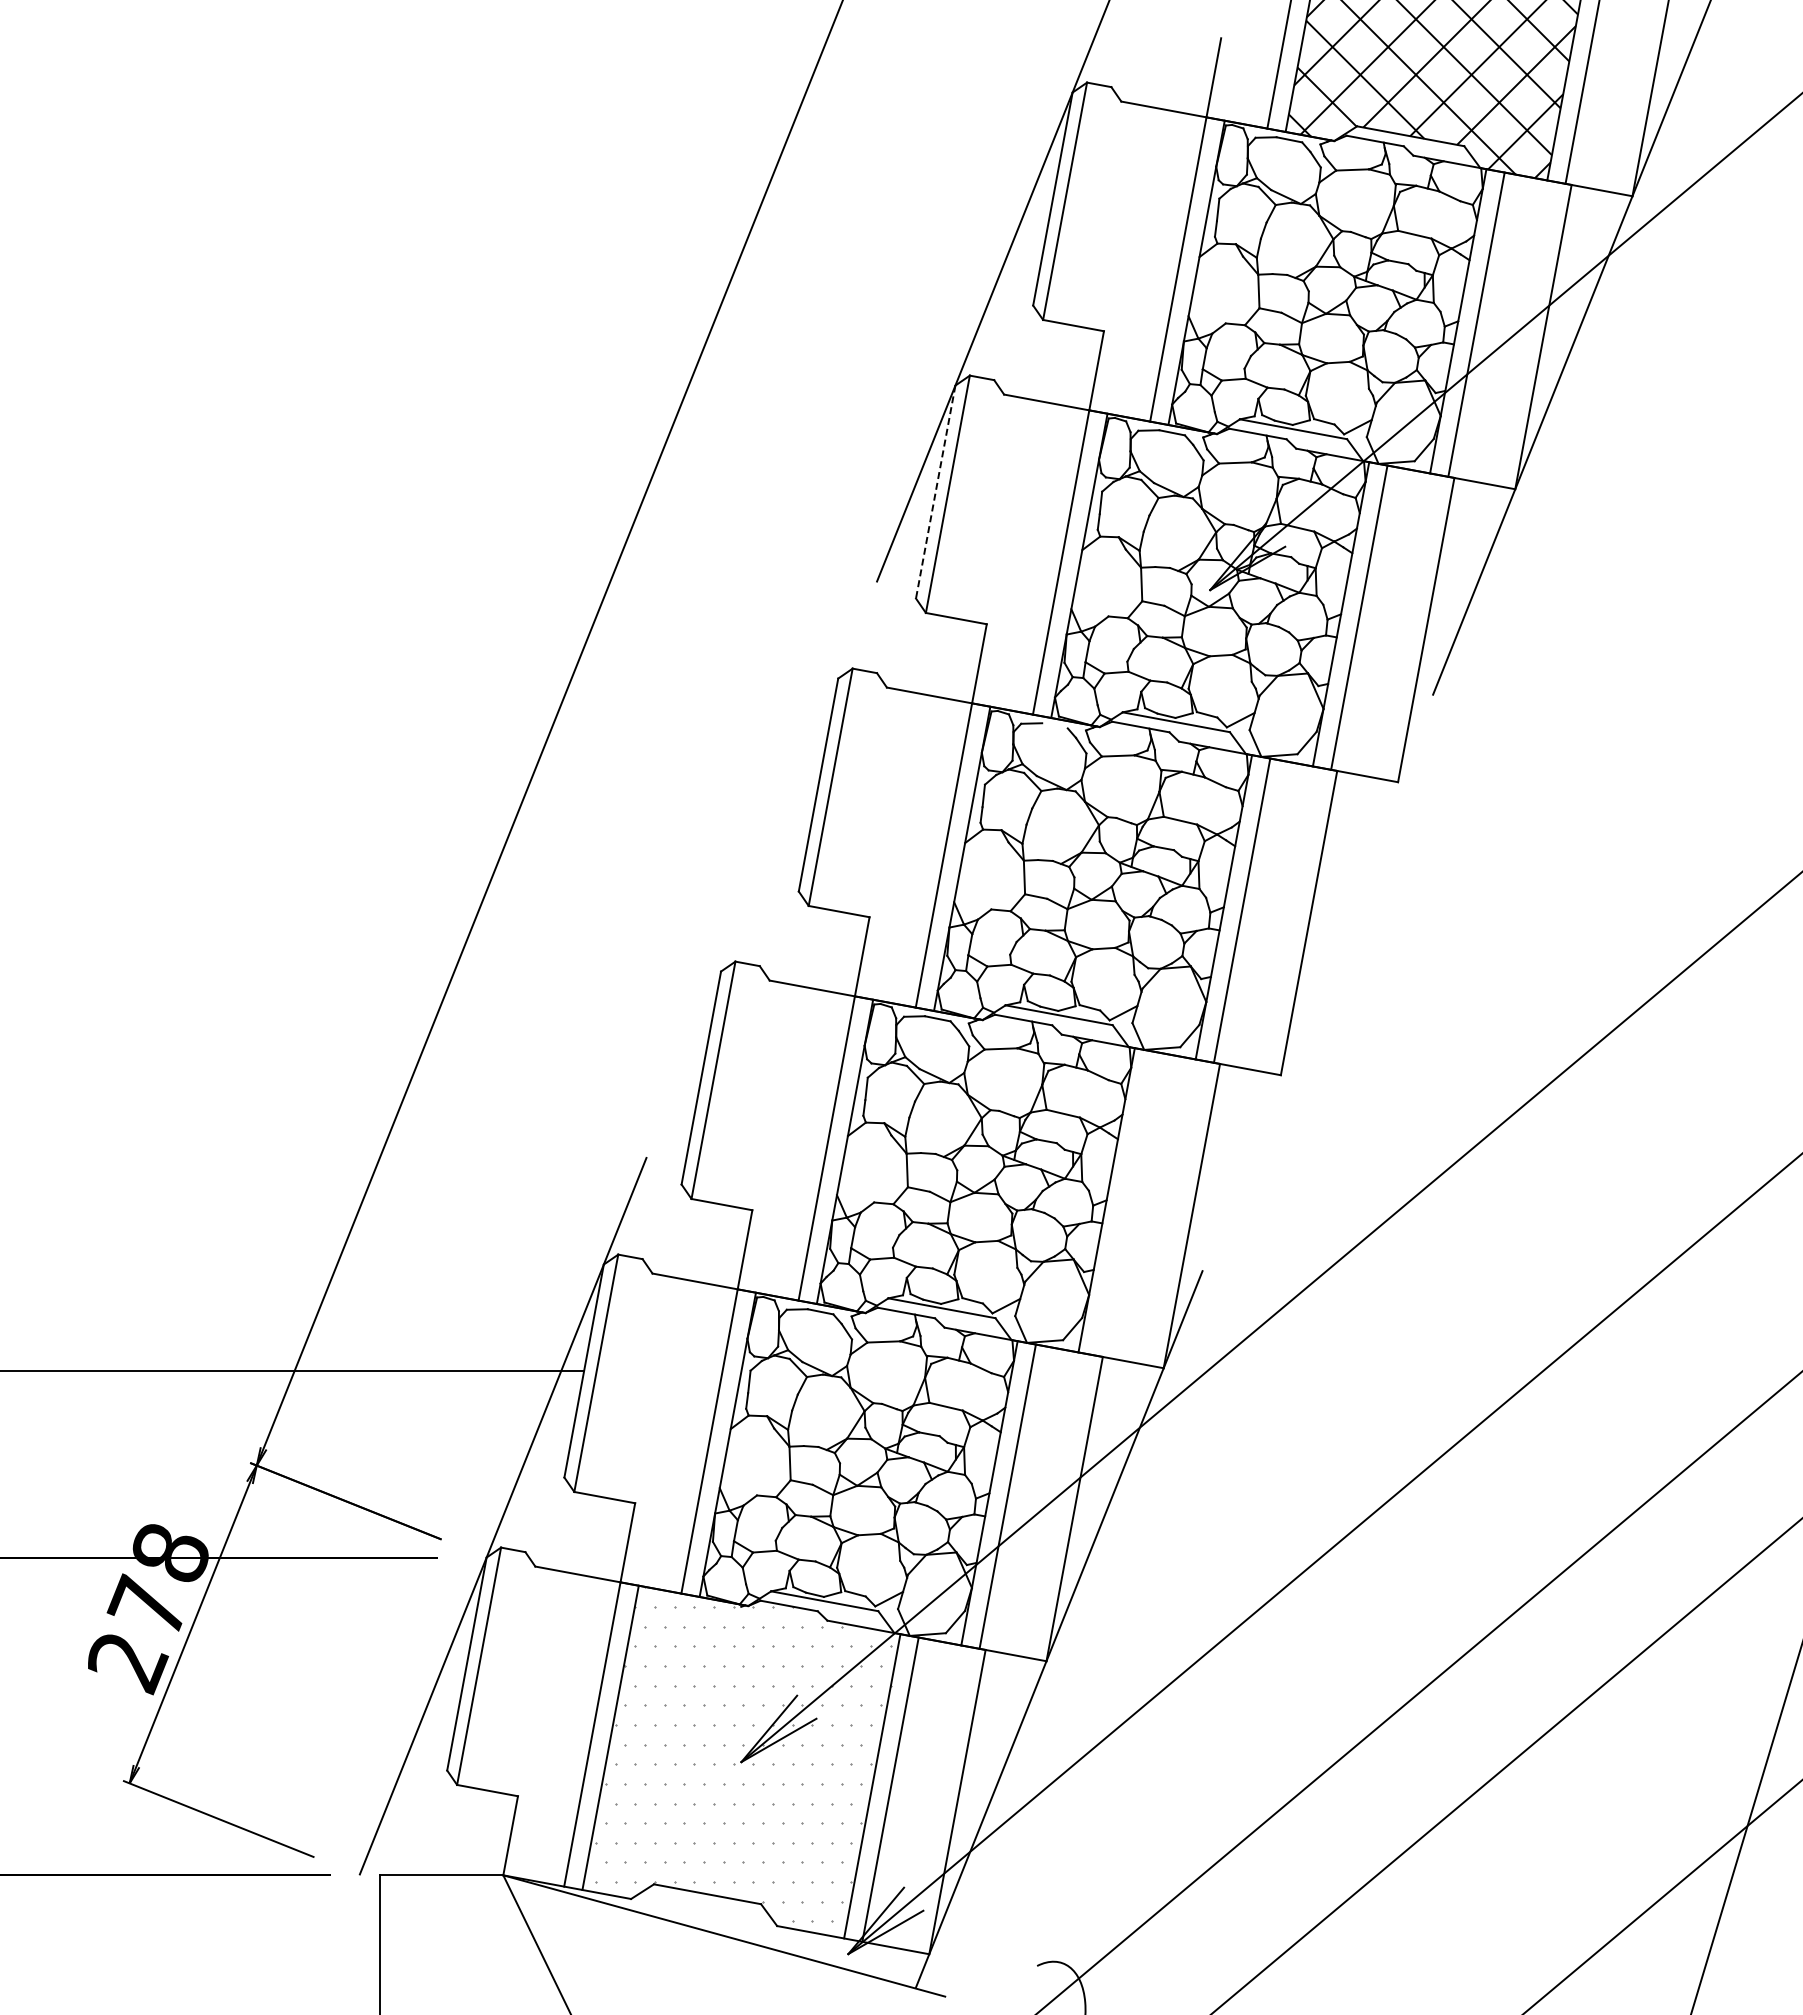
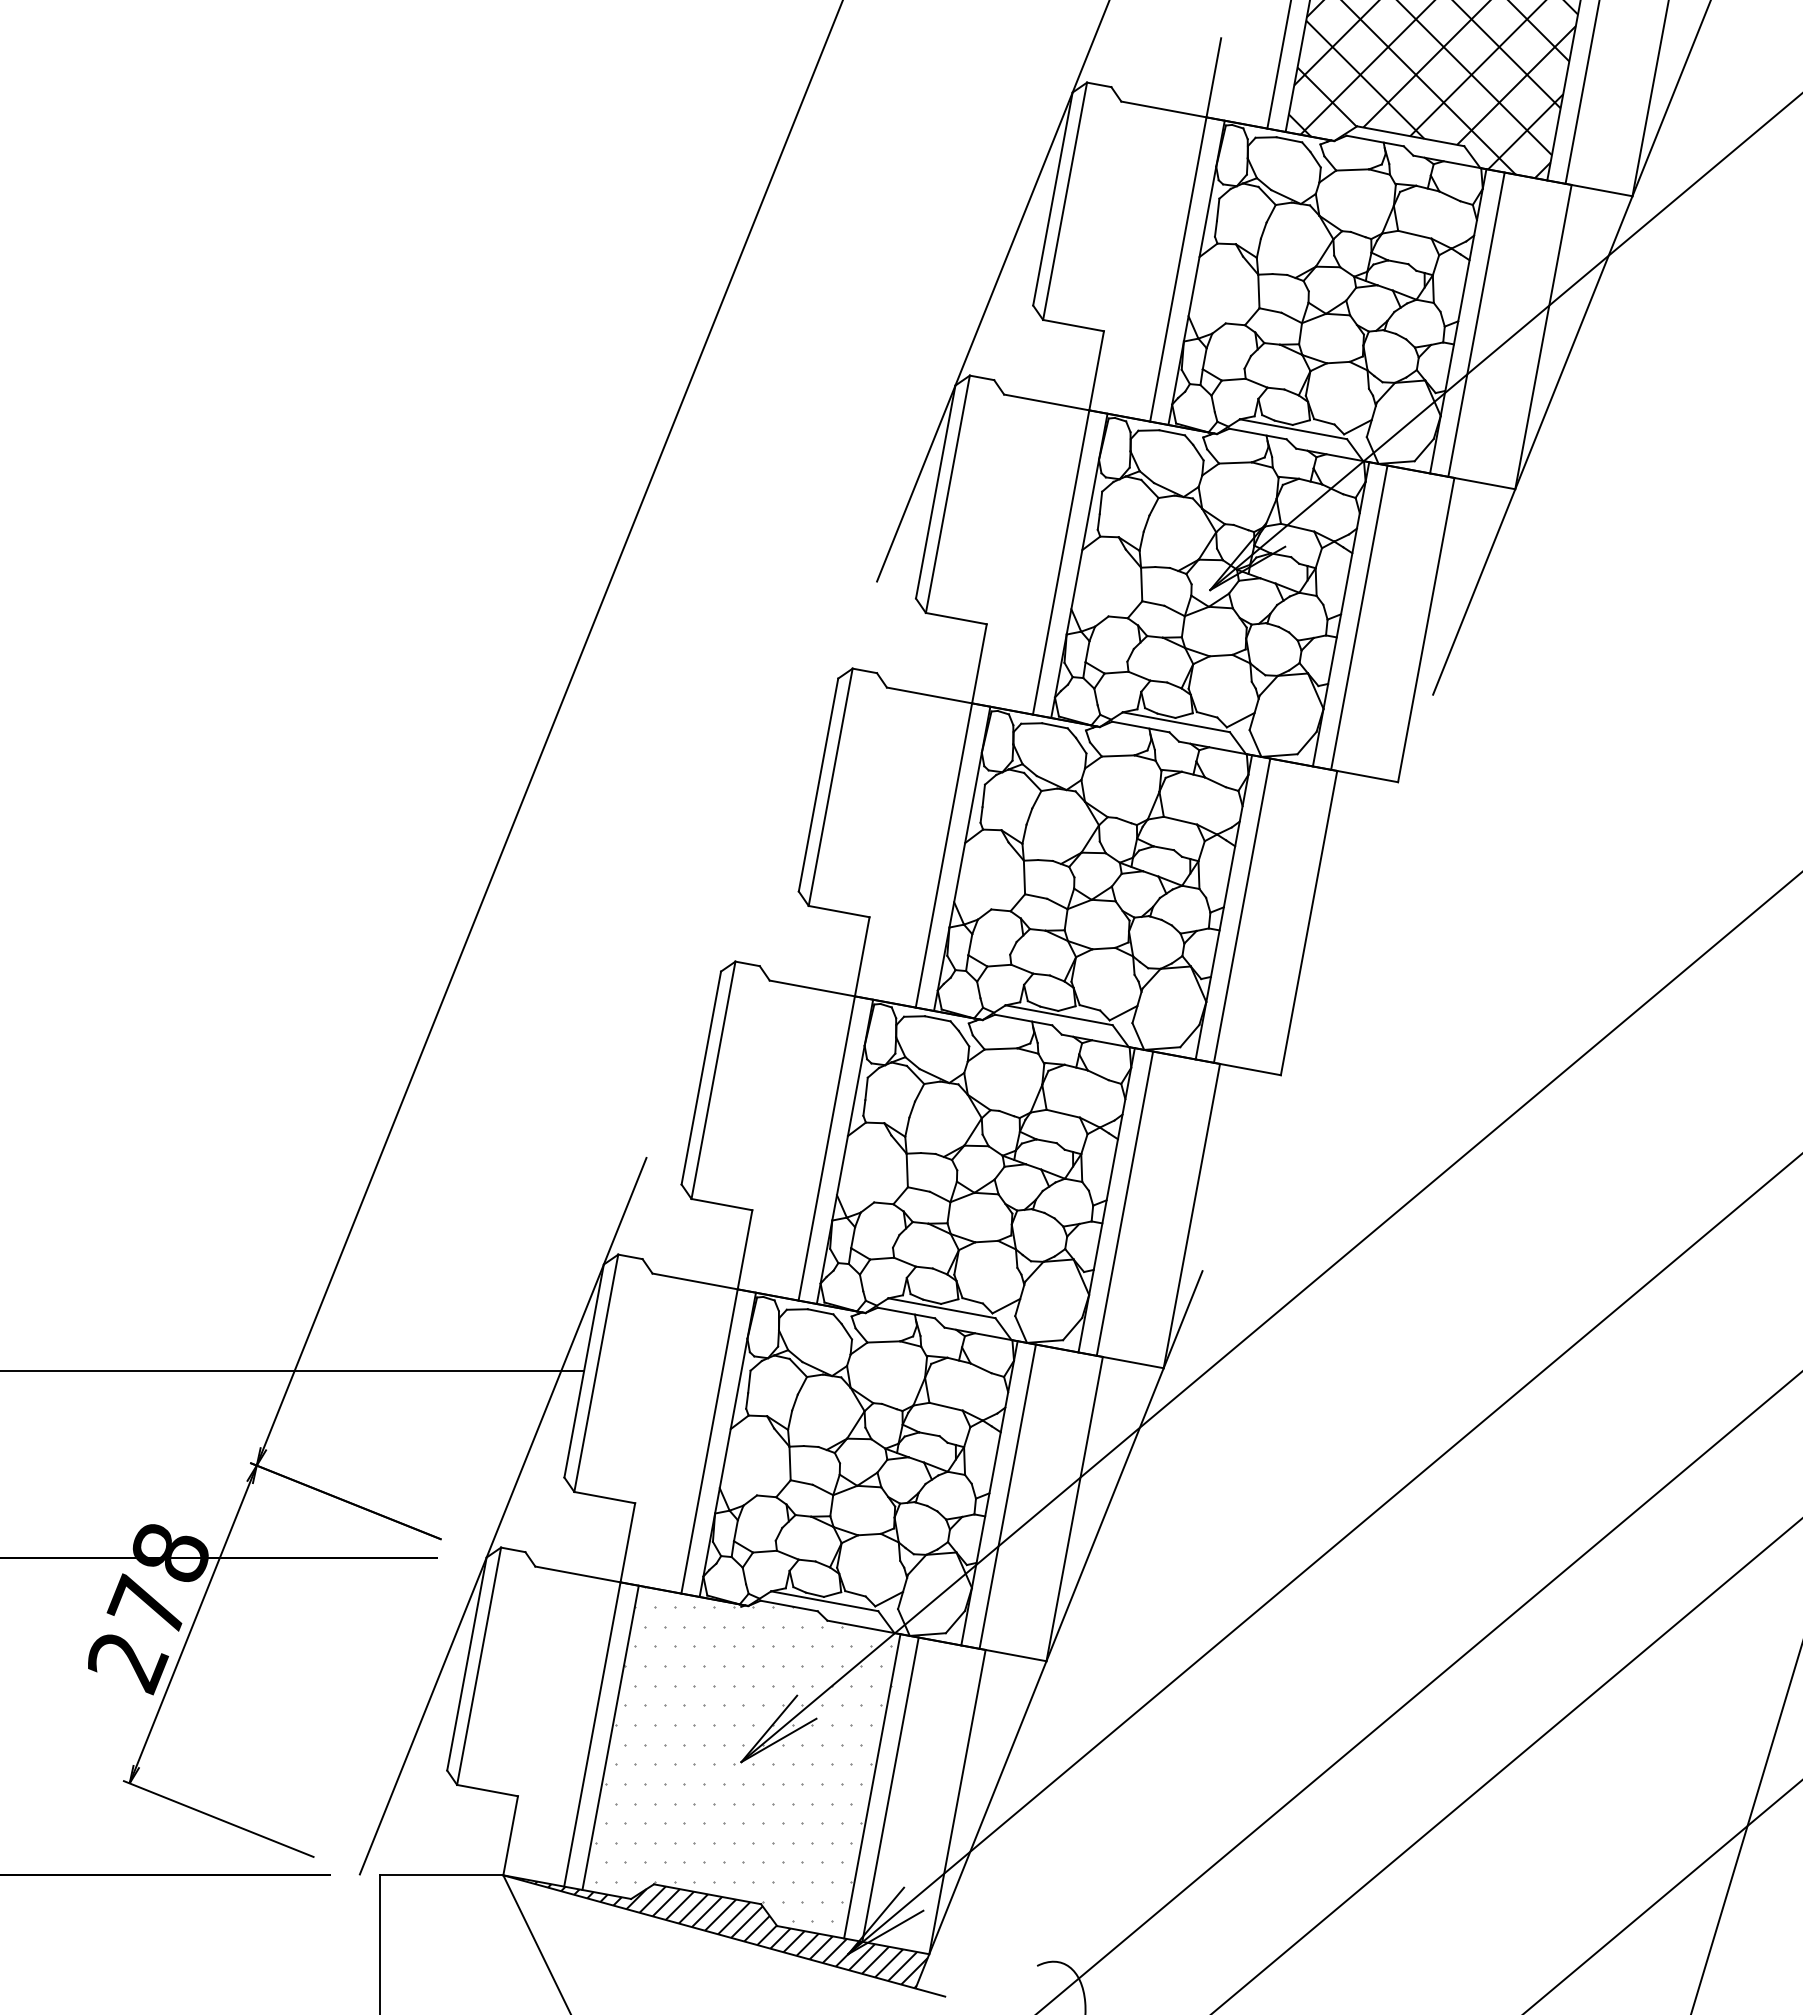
line at (935, 492): dashed -> solid
line at (1054, 725): none -> present
line at (1124, 1203): none -> present
hatch at (717, 1932): none -> present
